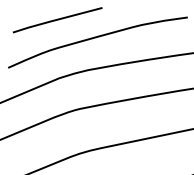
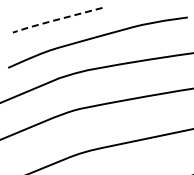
line at (56, 20): solid -> dashed
